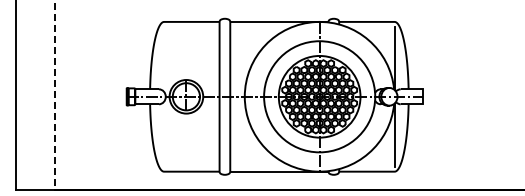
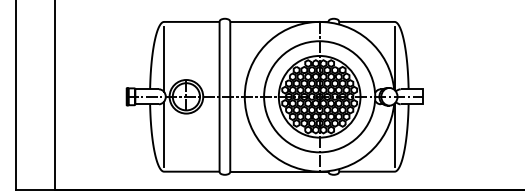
line at (164, 59): none -> present
line at (55, 95): dashed -> solid
line at (164, 133): none -> present
